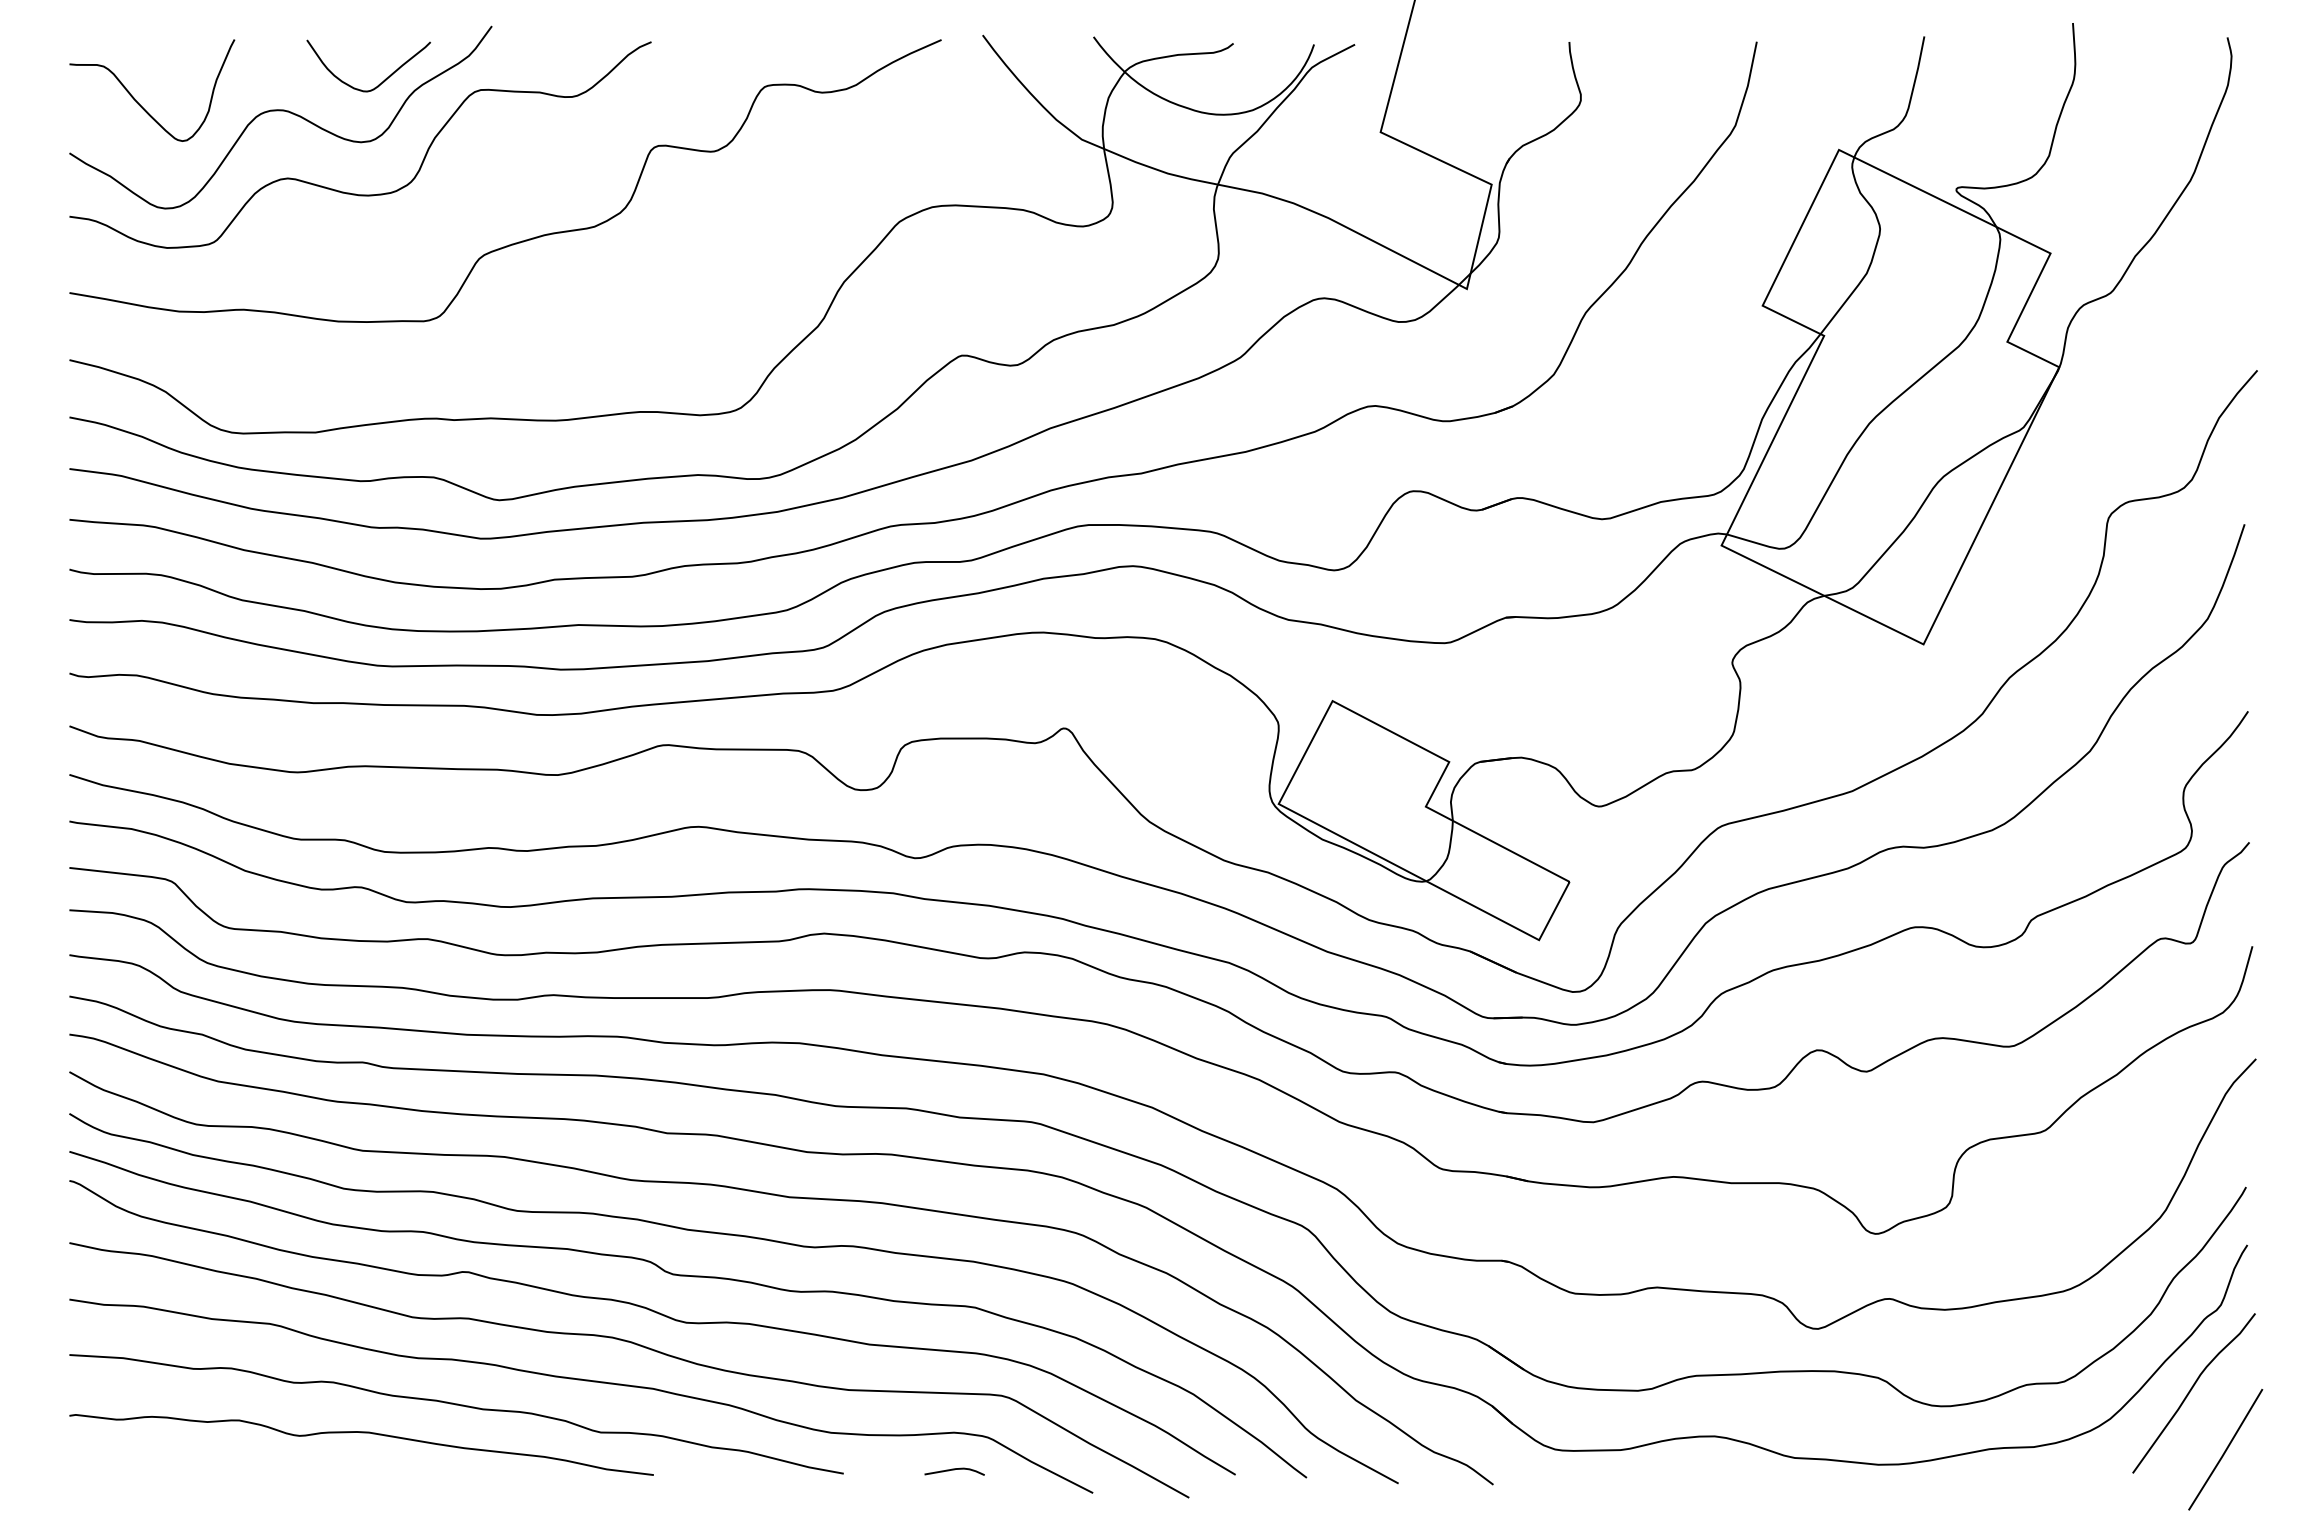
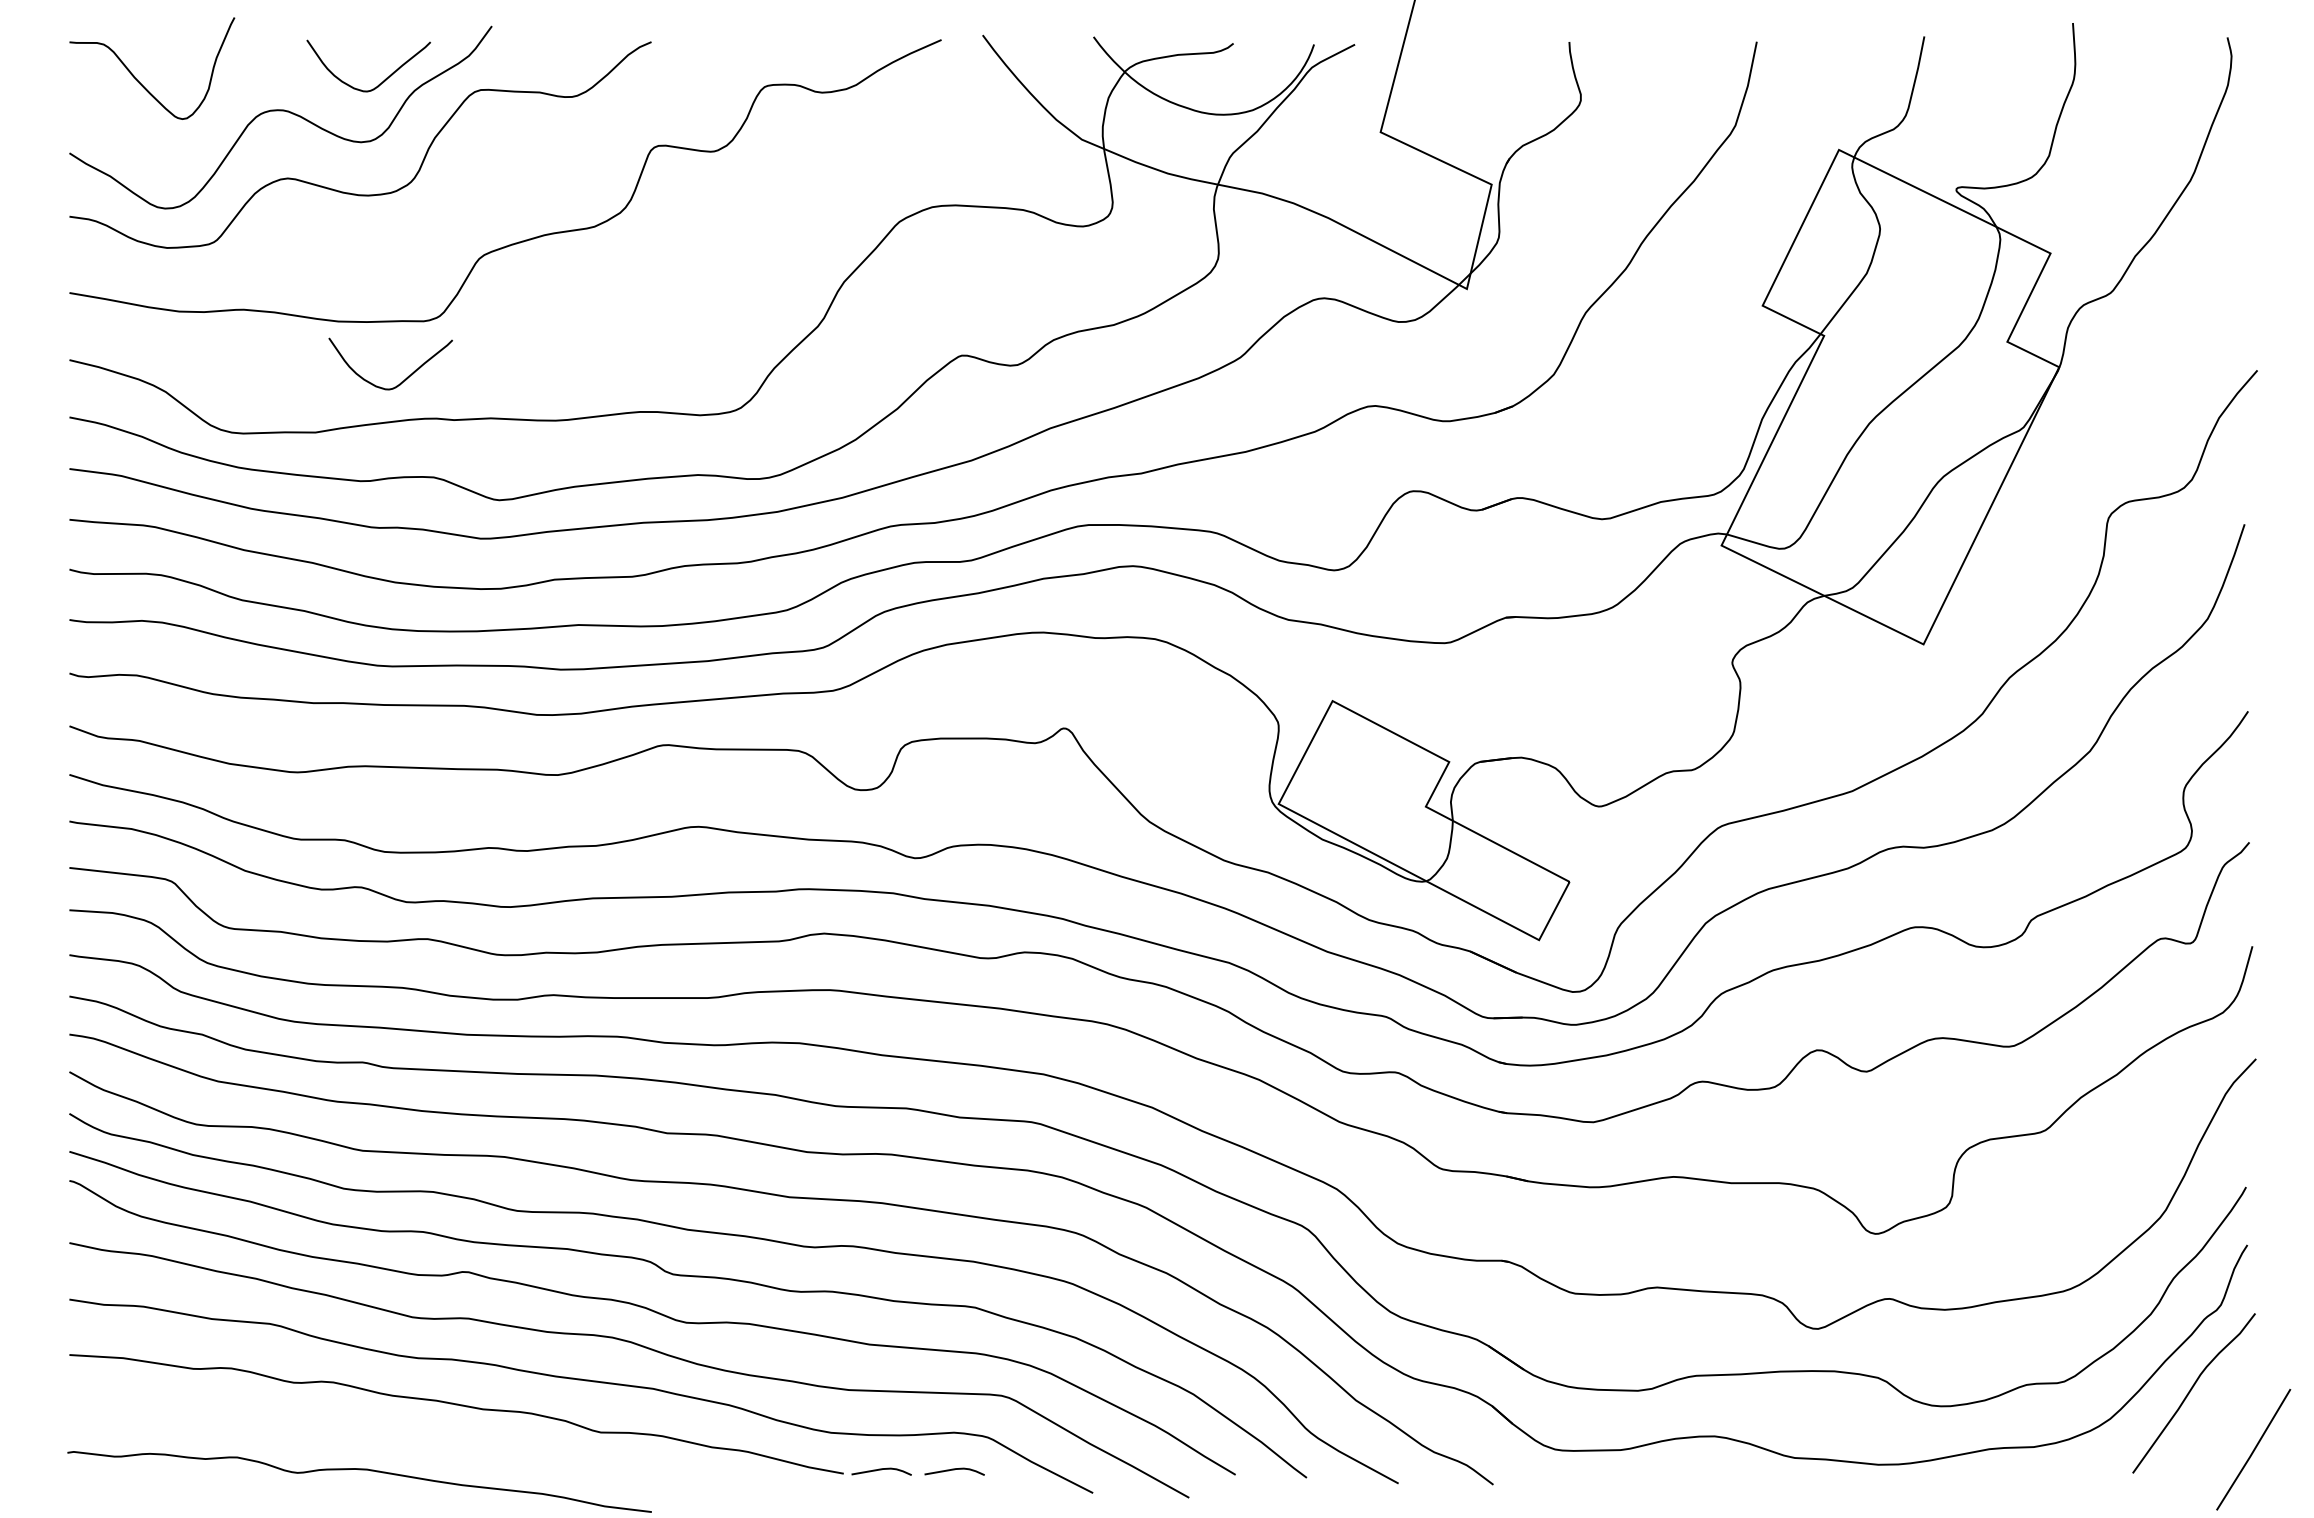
curve at (139, 103) position: (139, 103) -> (139, 81)
curve at (401, 381): none -> present
curve at (361, 1433) position: (361, 1433) -> (359, 1470)
line at (2225, 1449) position: (2225, 1449) -> (2253, 1449)
curve at (881, 1470): none -> present
